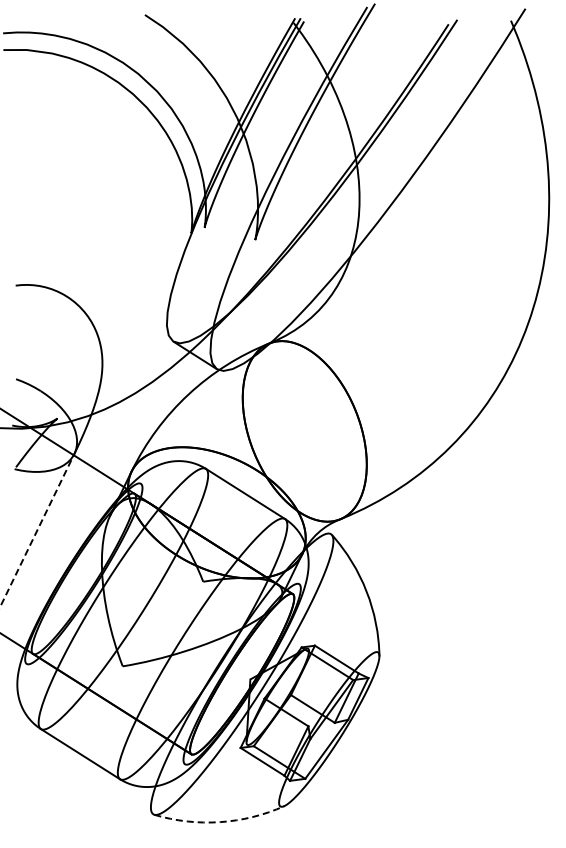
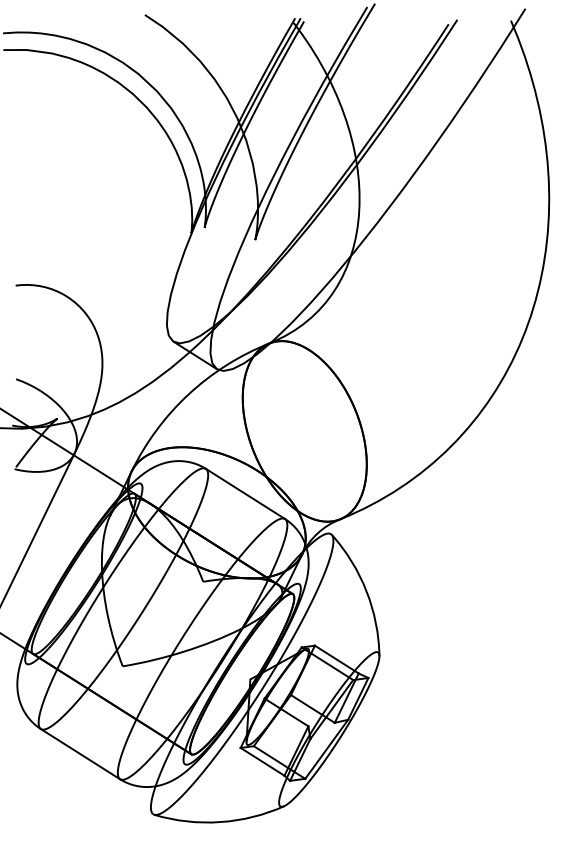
line at (37, 529): dashed -> solid
arc at (220, 822): dashed -> solid
